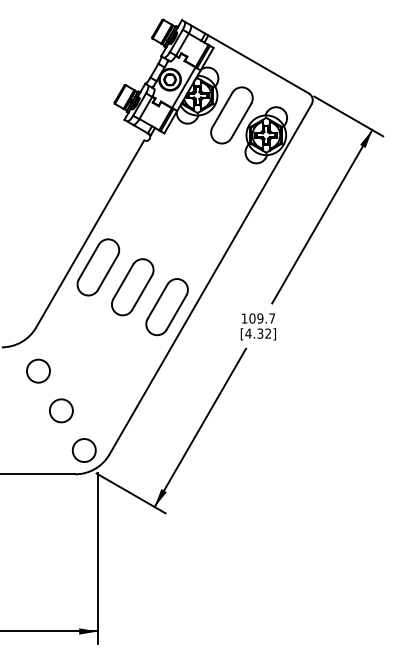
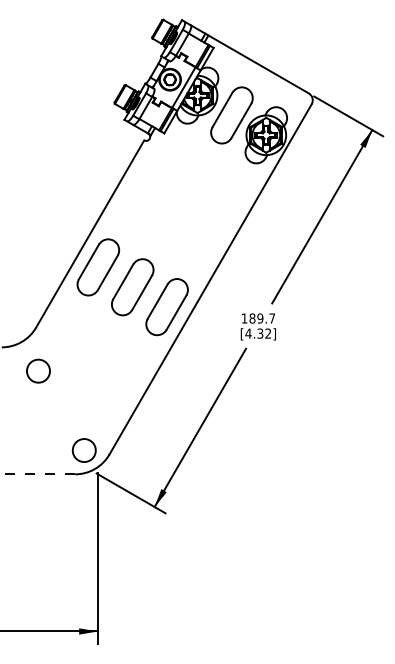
text at (252, 318): 109.7 -> 189.7
circle at (61, 410): present -> none
line at (37, 474): solid -> dashed
